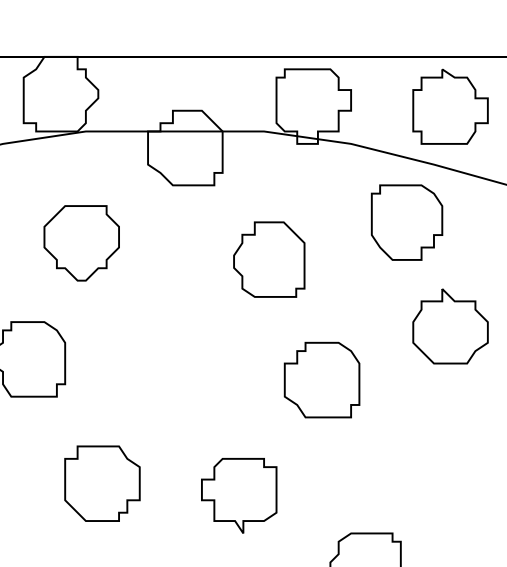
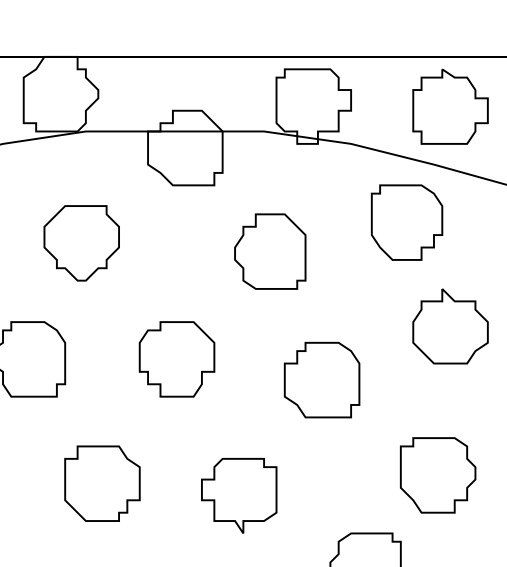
part at (269, 259) position: (269, 259) -> (270, 251)
part at (176, 359): none -> present
part at (438, 475): none -> present
